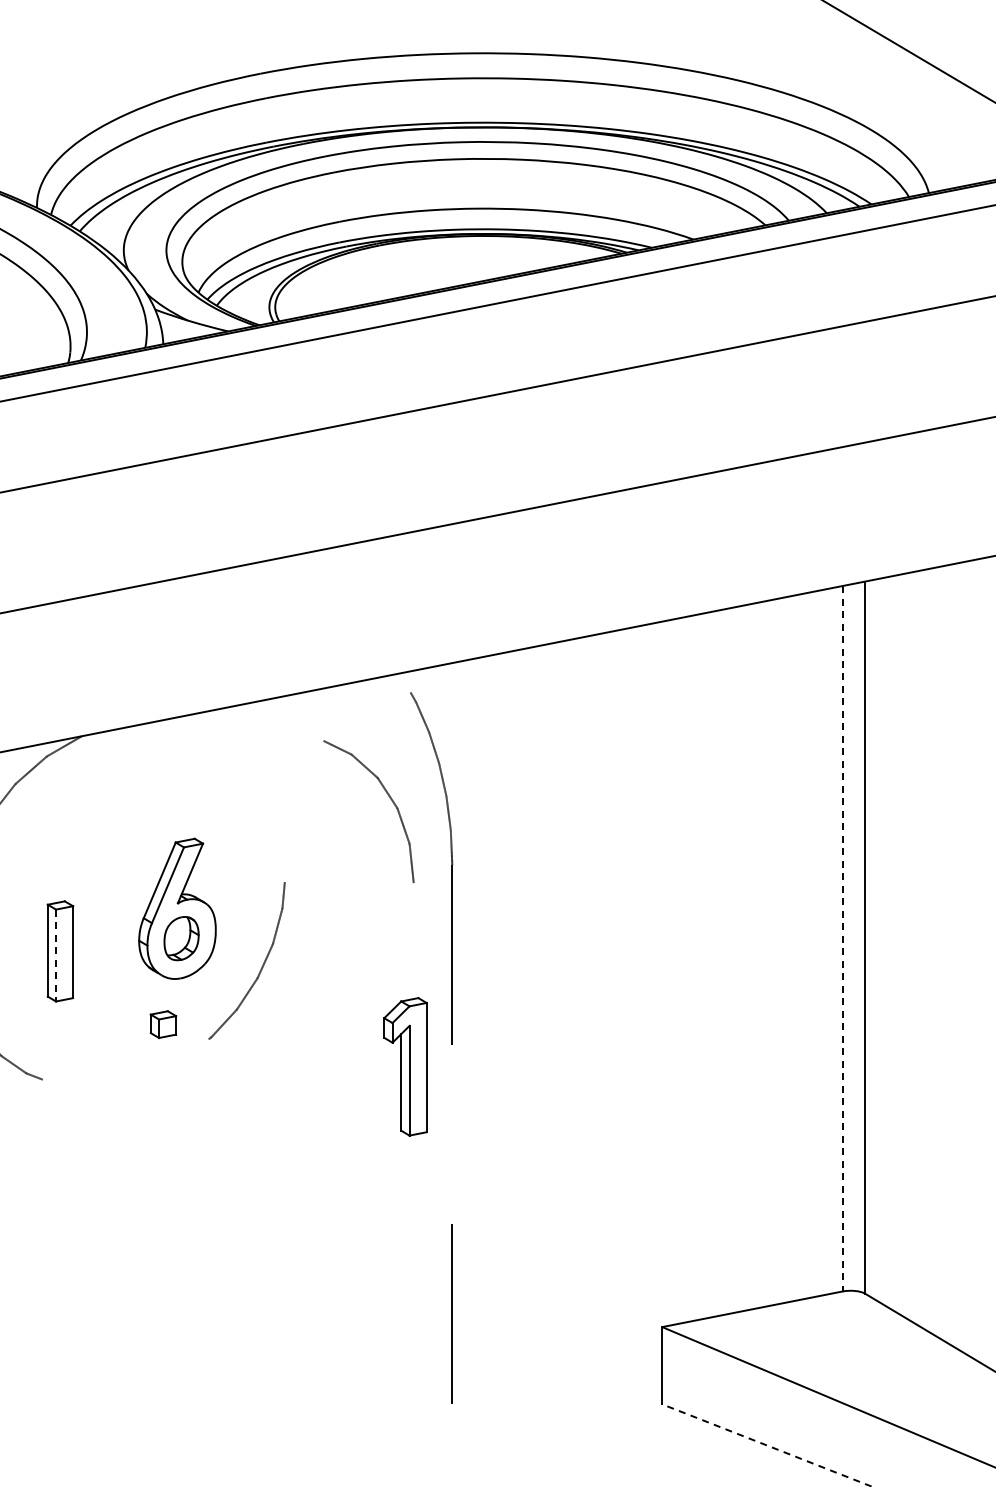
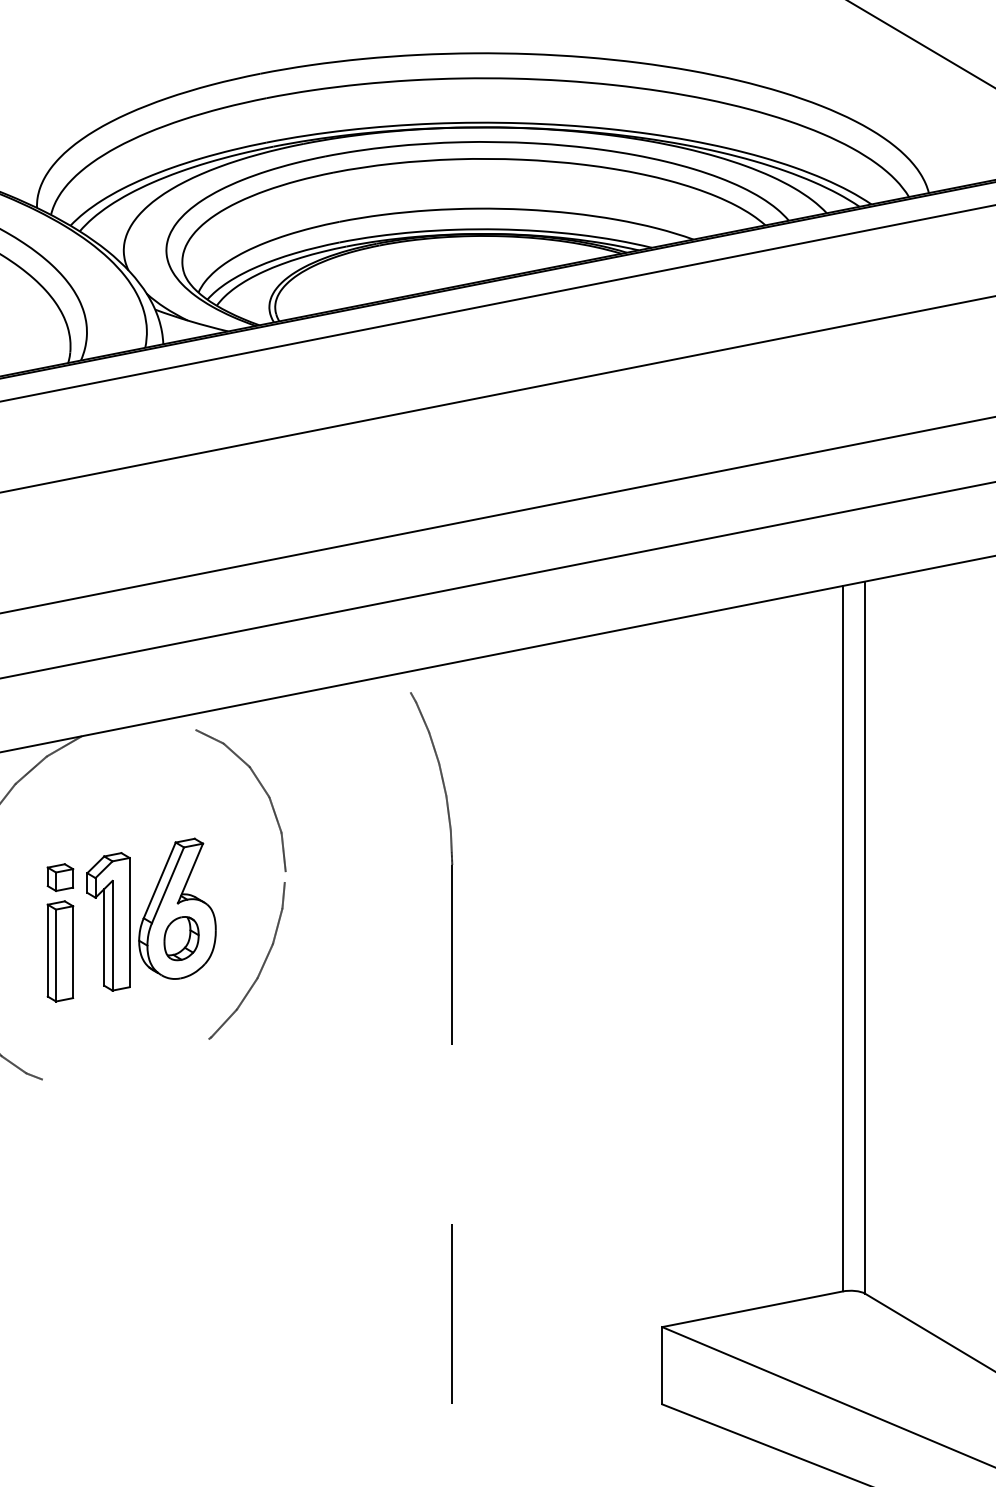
line at (908, 51) position: (908, 51) -> (920, 44)
line at (497, 580): none -> present
curve at (389, 798) position: (389, 798) -> (261, 787)
line at (842, 938): dashed -> solid
line at (56, 955): dashed -> solid
part at (163, 1024) position: (163, 1024) -> (60, 877)
part at (405, 1066) position: (405, 1066) -> (108, 921)
line at (767, 1445): dashed -> solid
